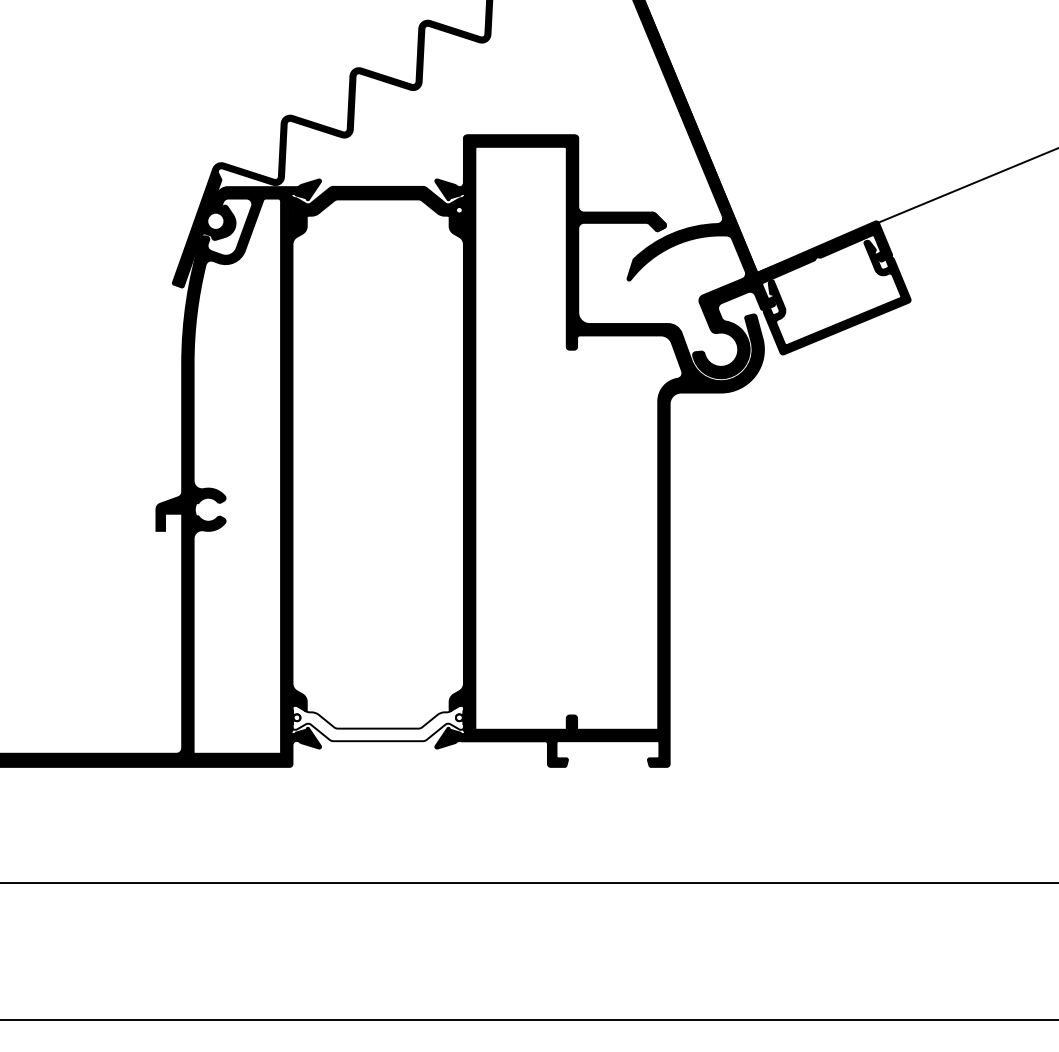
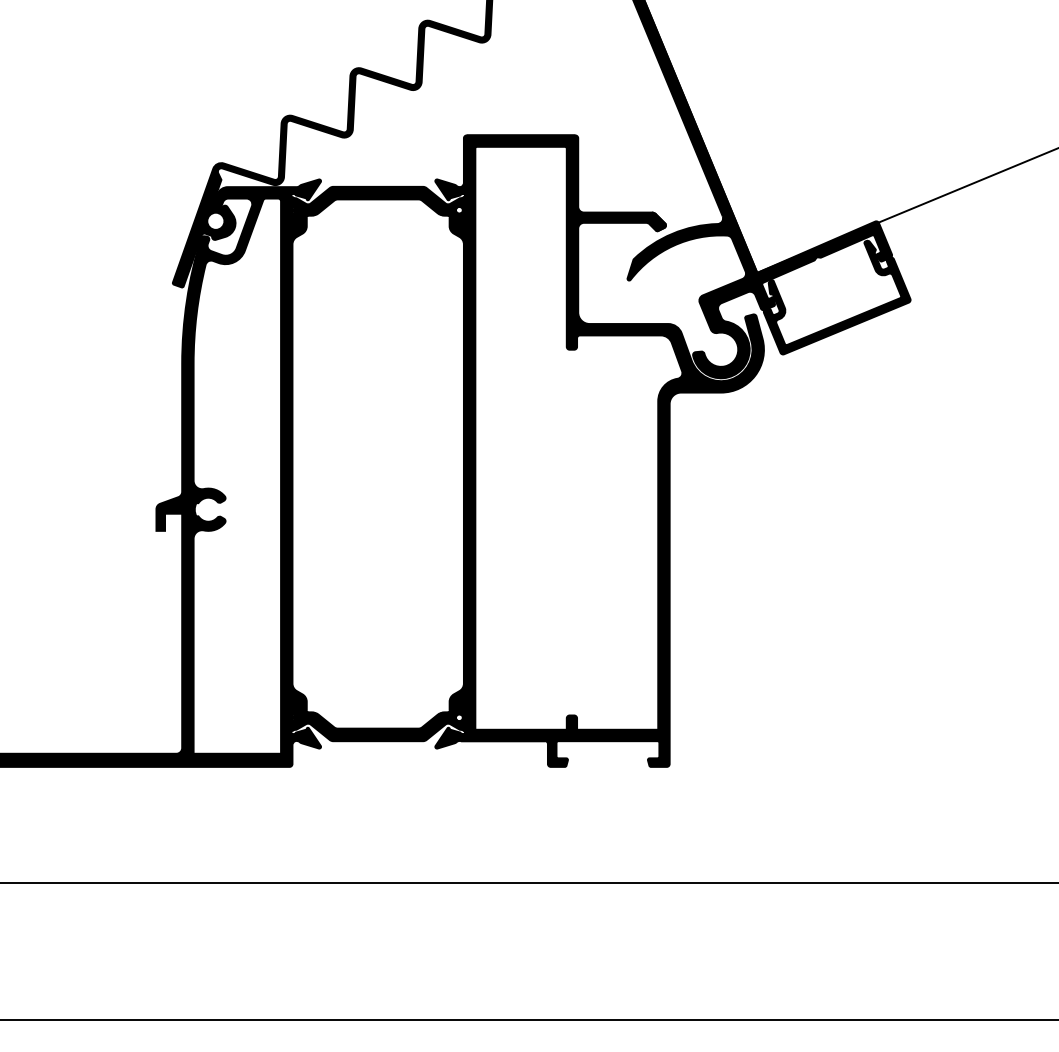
fill at (377, 722): none -> present
